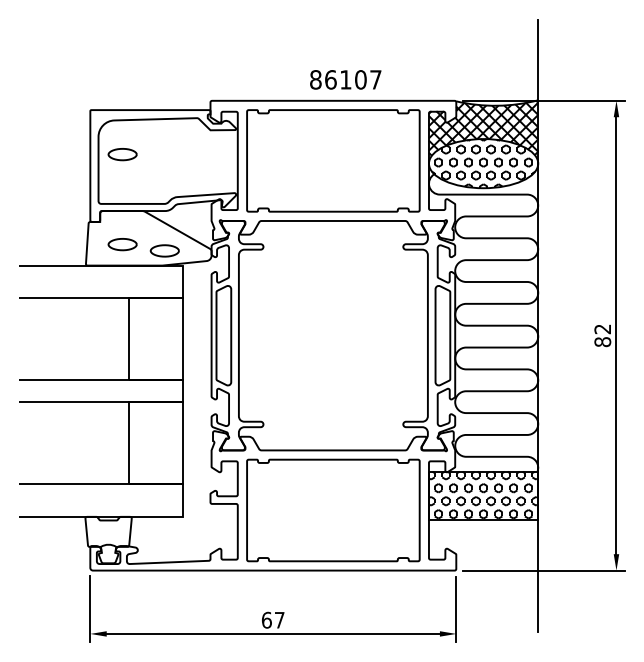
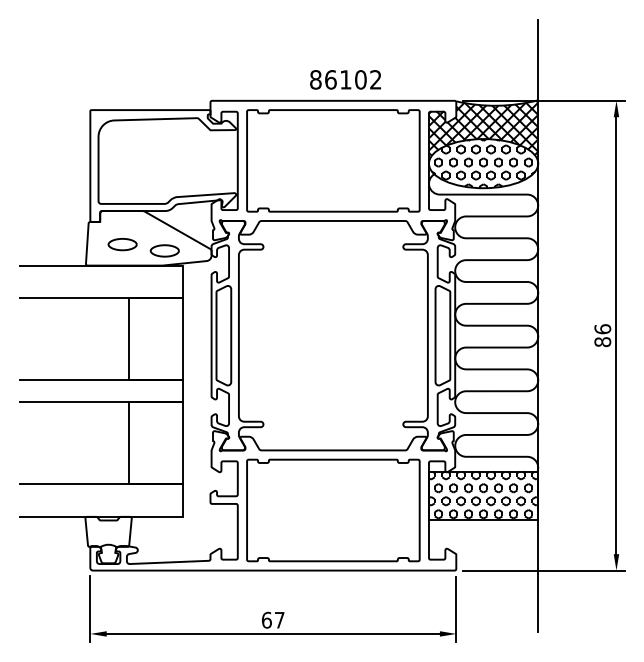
text at (375, 79): 86107 -> 86102
part at (122, 154): present -> none
text at (602, 329): 82 -> 86
